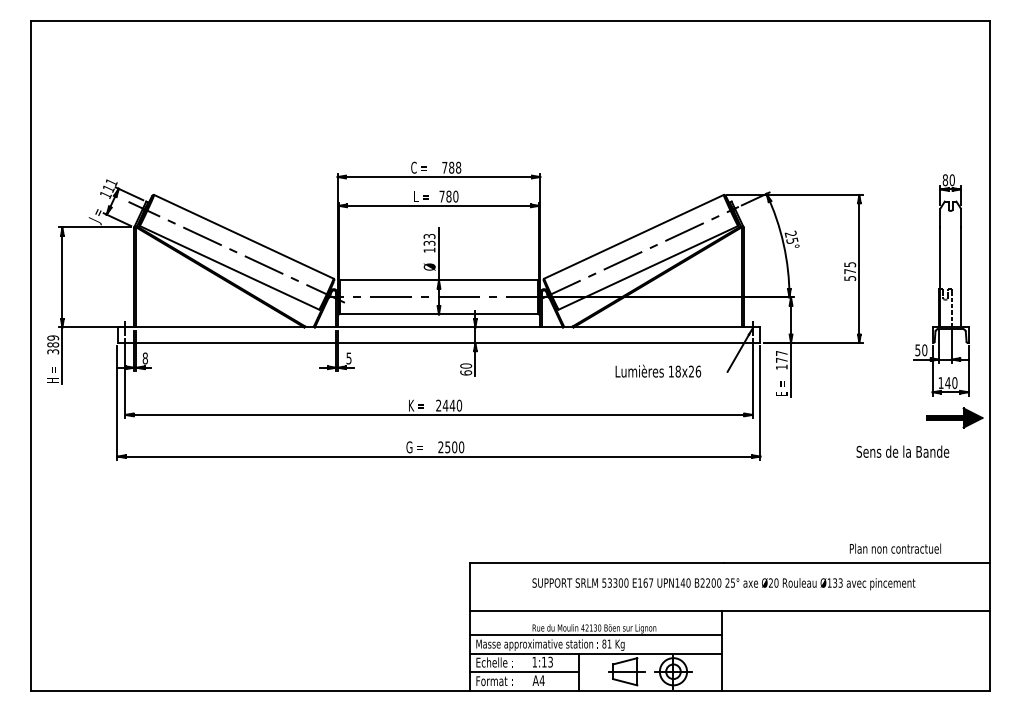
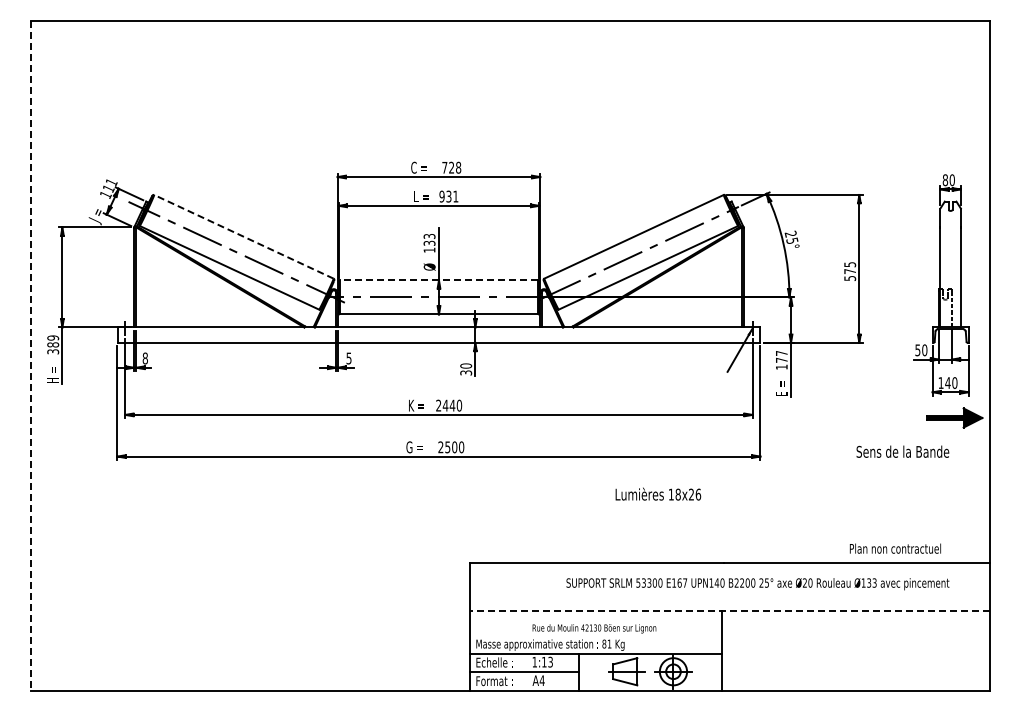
text at (451, 167): 788 -> 728
text at (448, 196): 780 -> 931
line at (243, 236): solid -> dashed
line at (438, 280): solid -> dashed
line at (30, 356): solid -> dashed
text at (658, 370) position: (658, 370) -> (658, 493)
text at (466, 372): 60 -> 30
text at (723, 584) position: (723, 584) -> (757, 584)
line at (729, 611): solid -> dashed
line at (595, 635): present -> none
